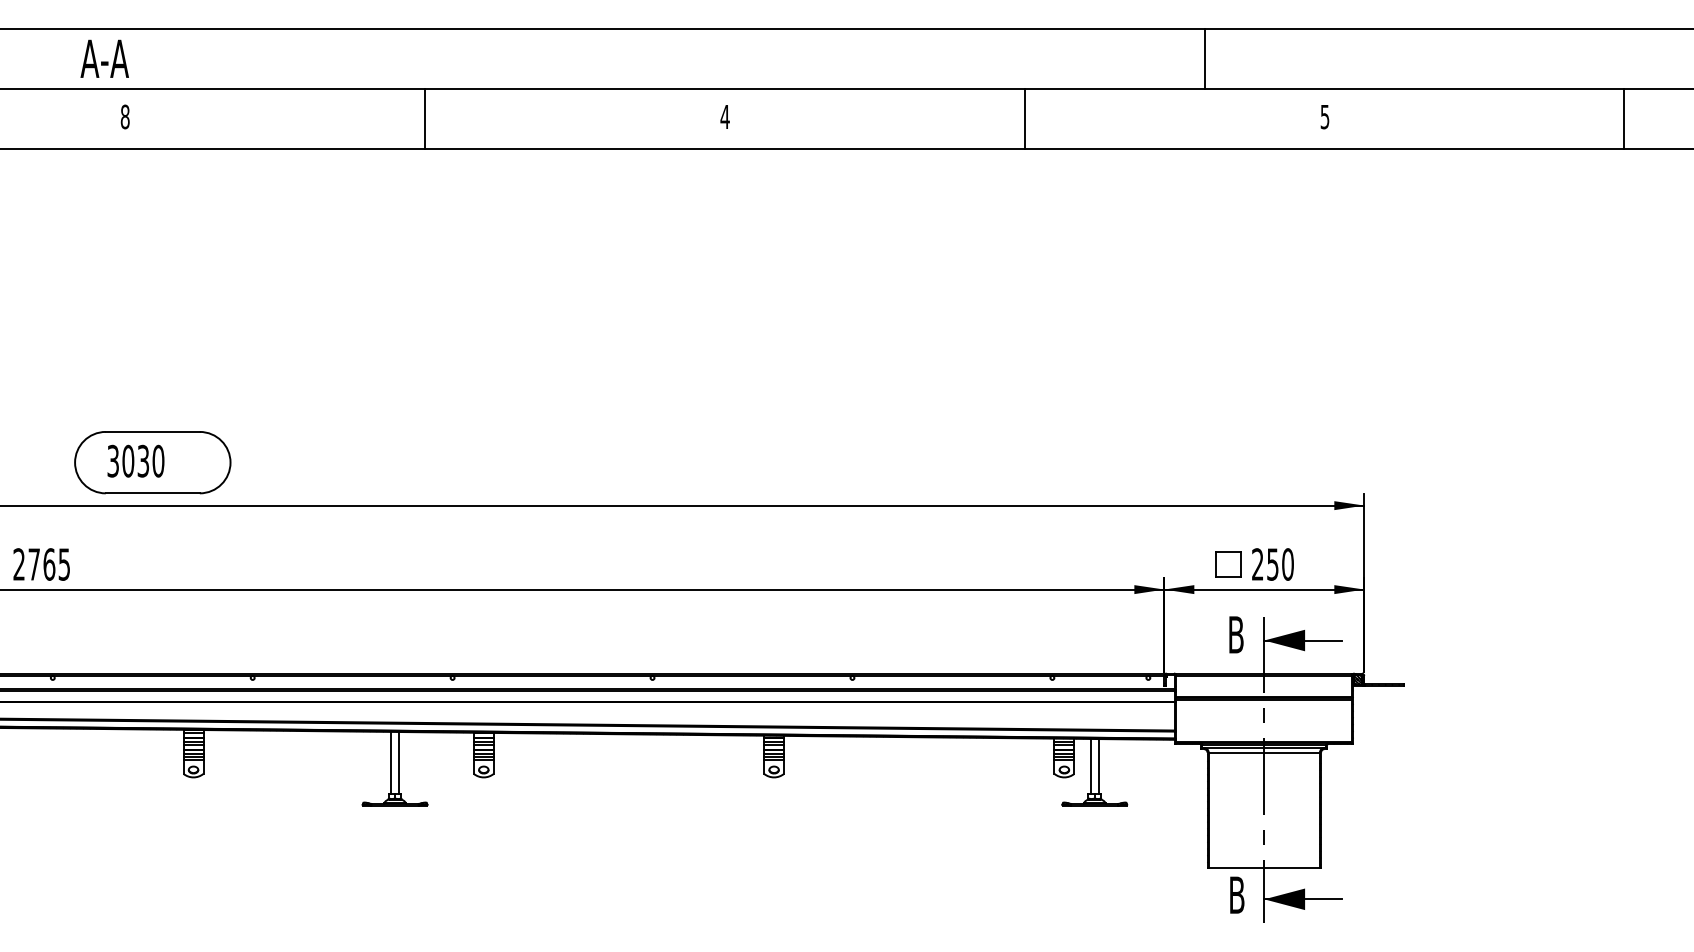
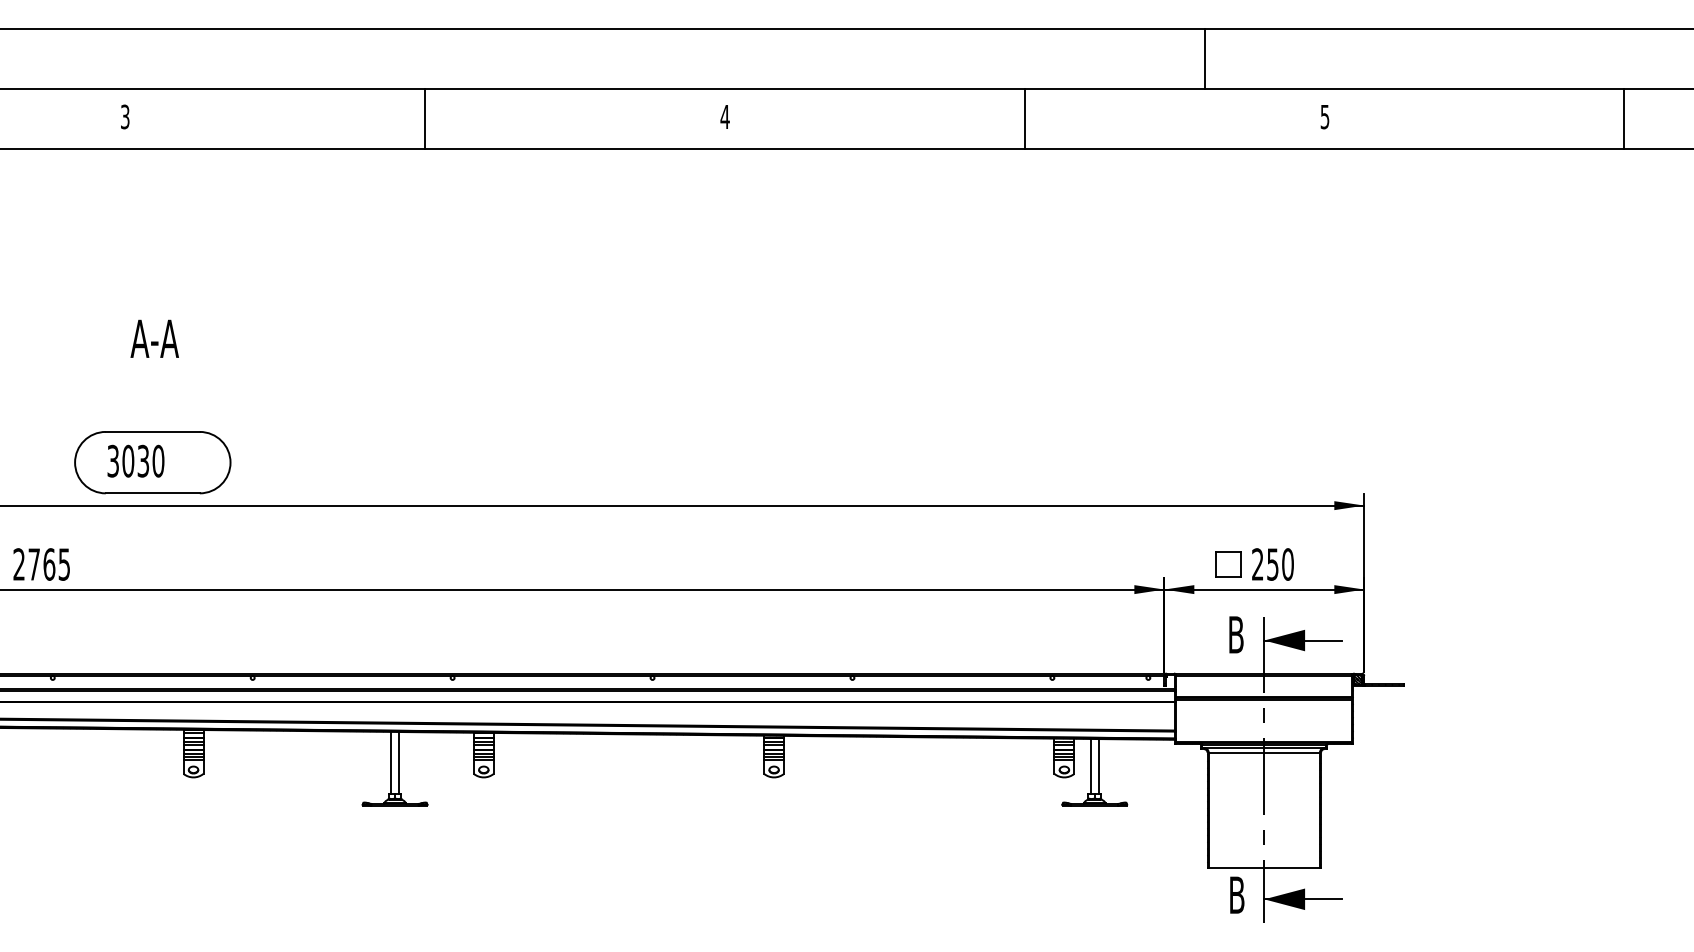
text at (104, 58) position: (104, 58) -> (154, 338)
text at (124, 116): 8 -> 3
